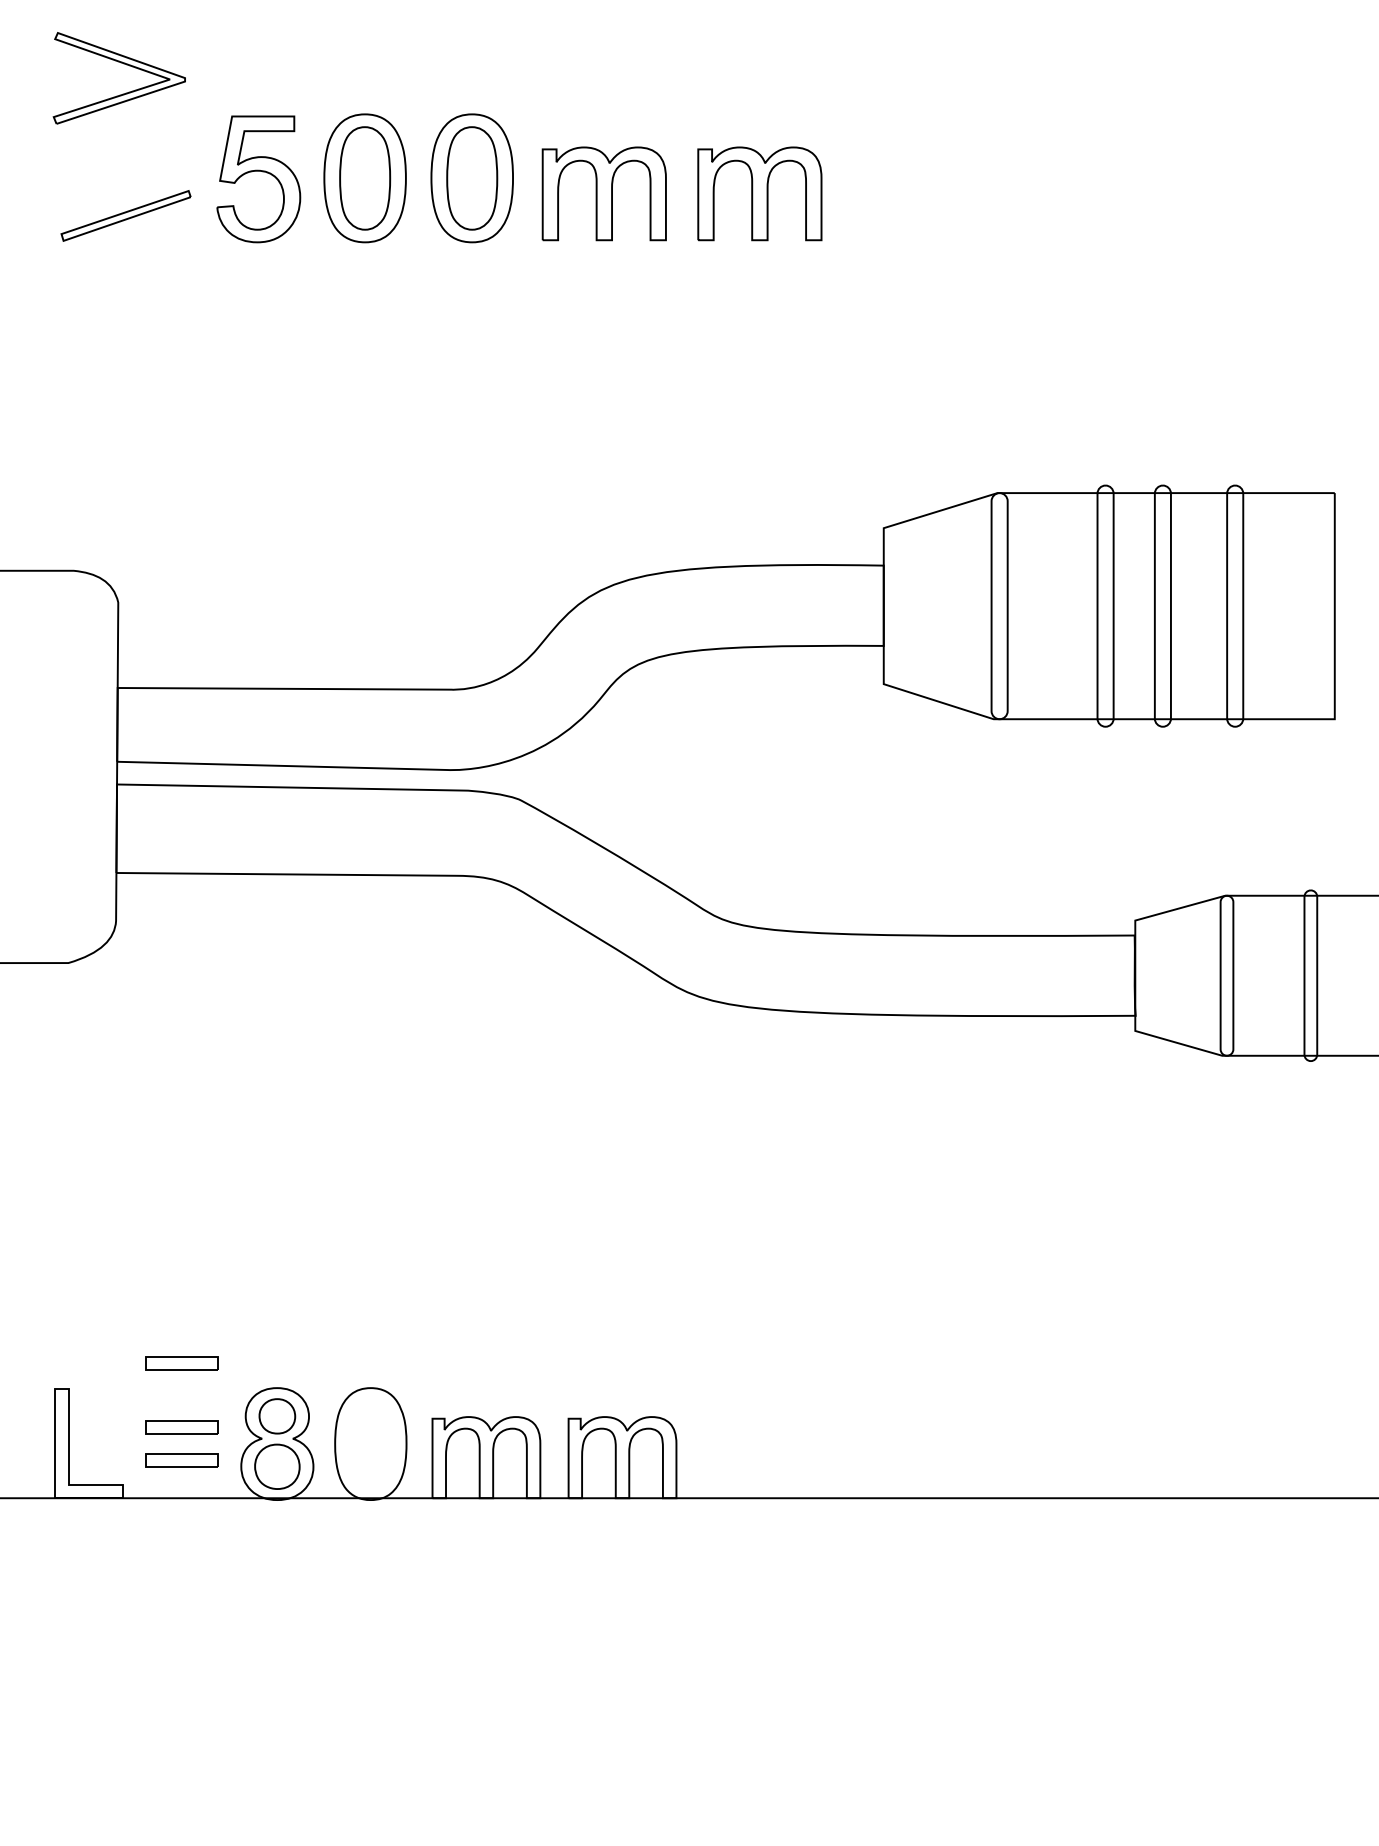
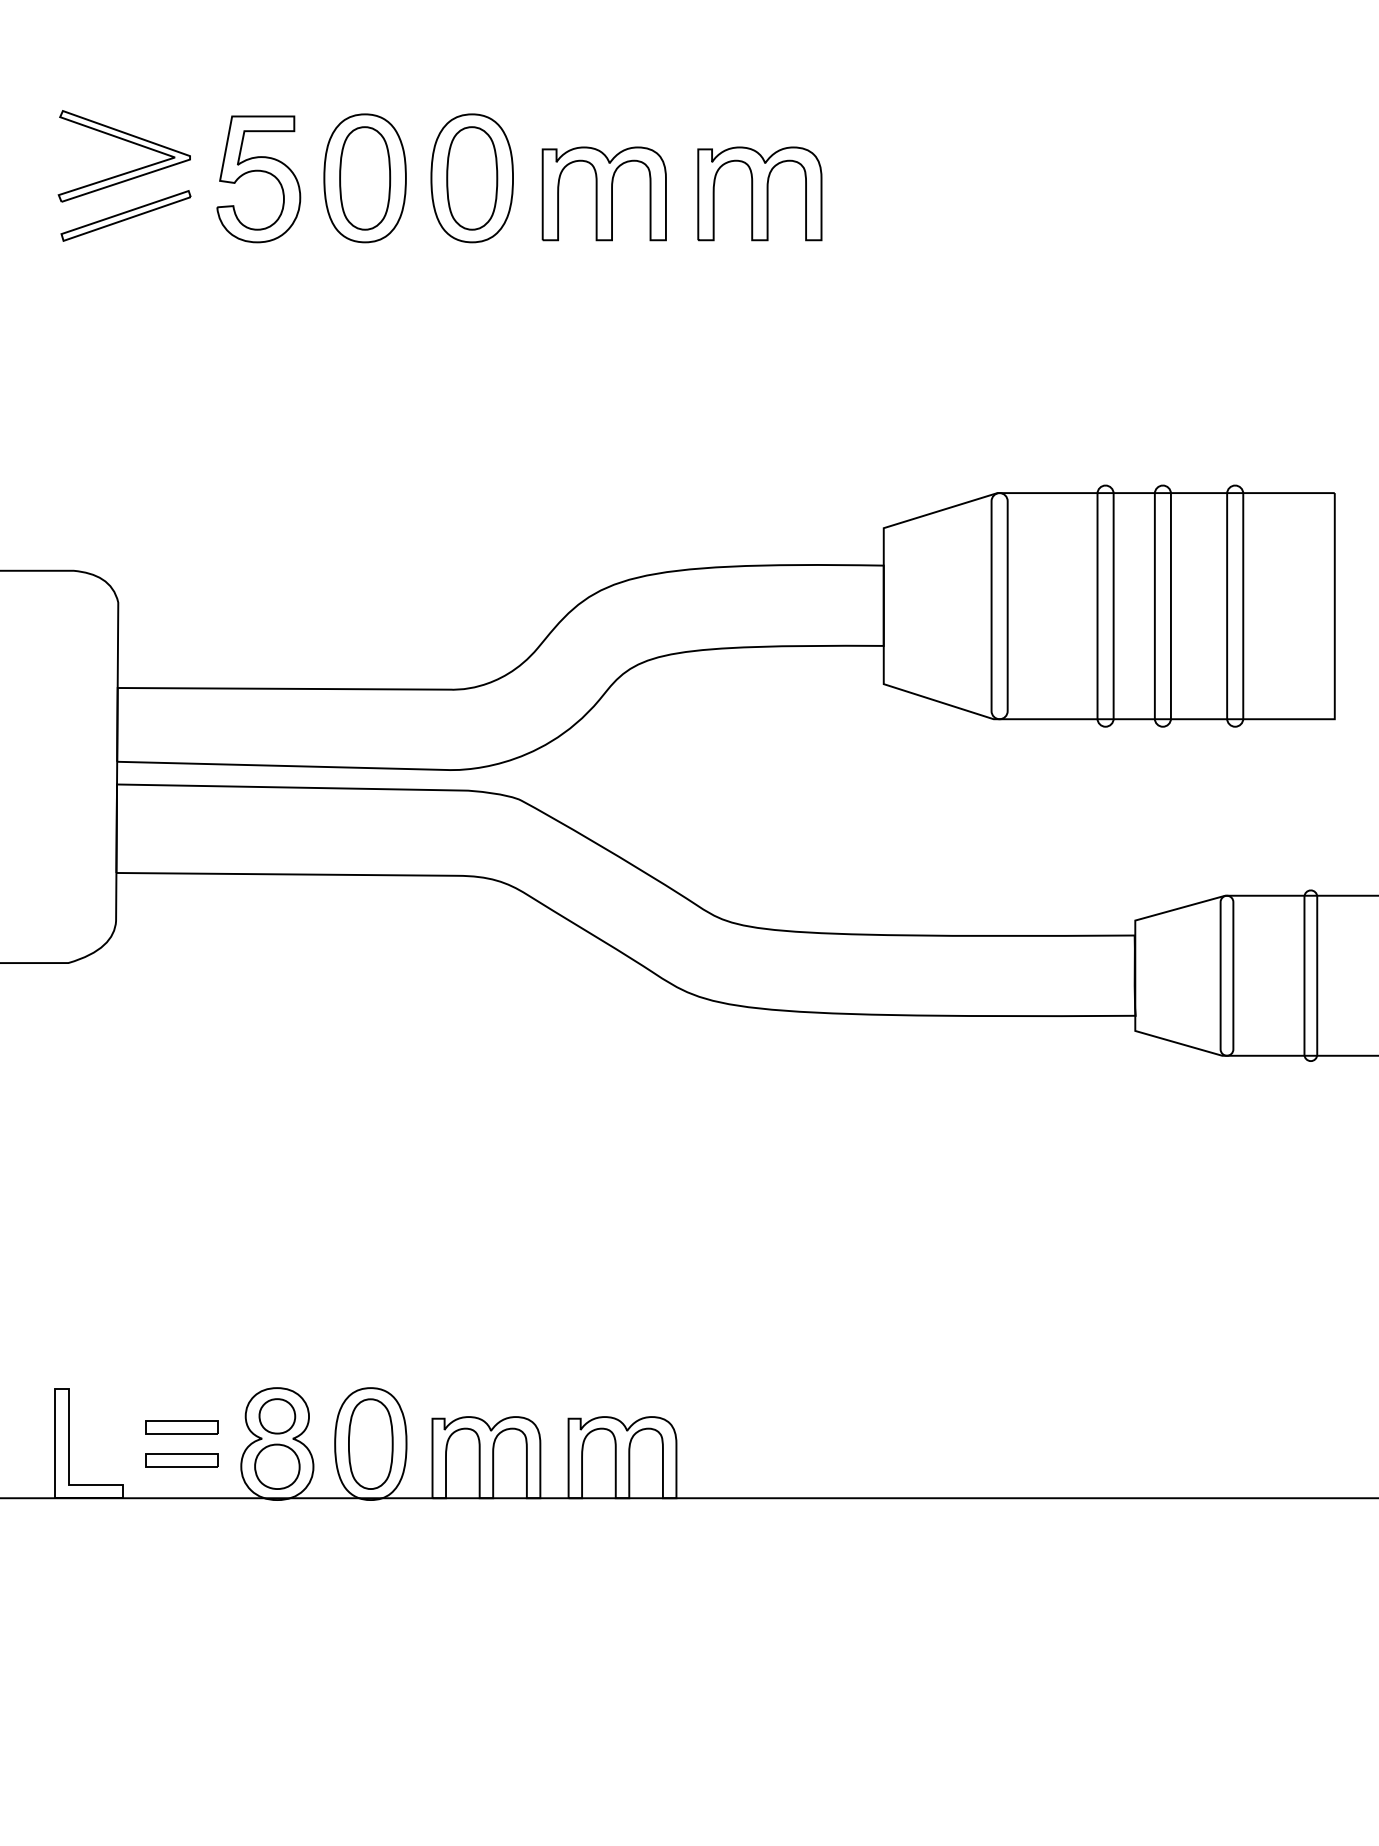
part at (123, 64) position: (123, 64) -> (128, 142)
part at (181, 1363): present -> none
part at (370, 1443): none -> present
